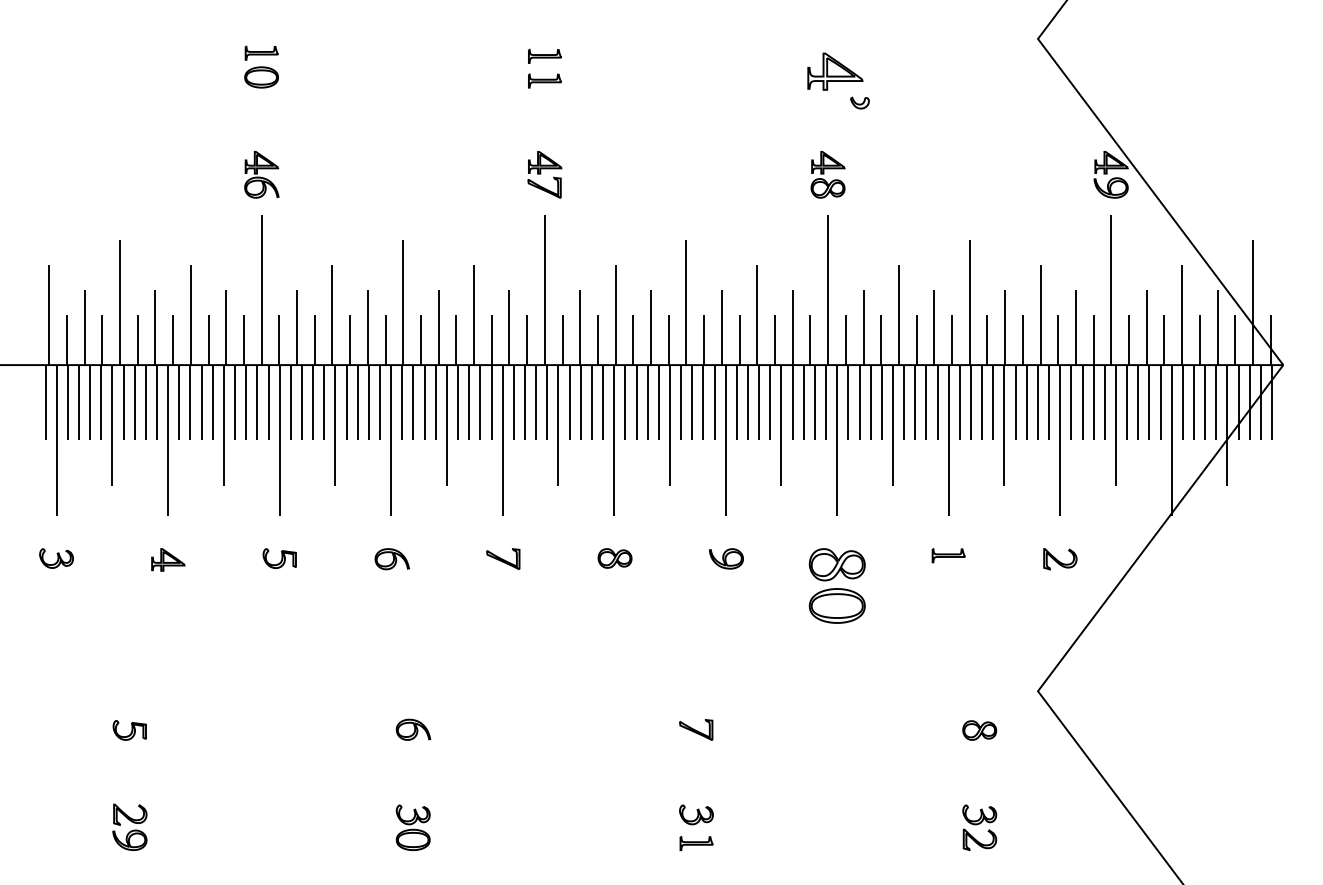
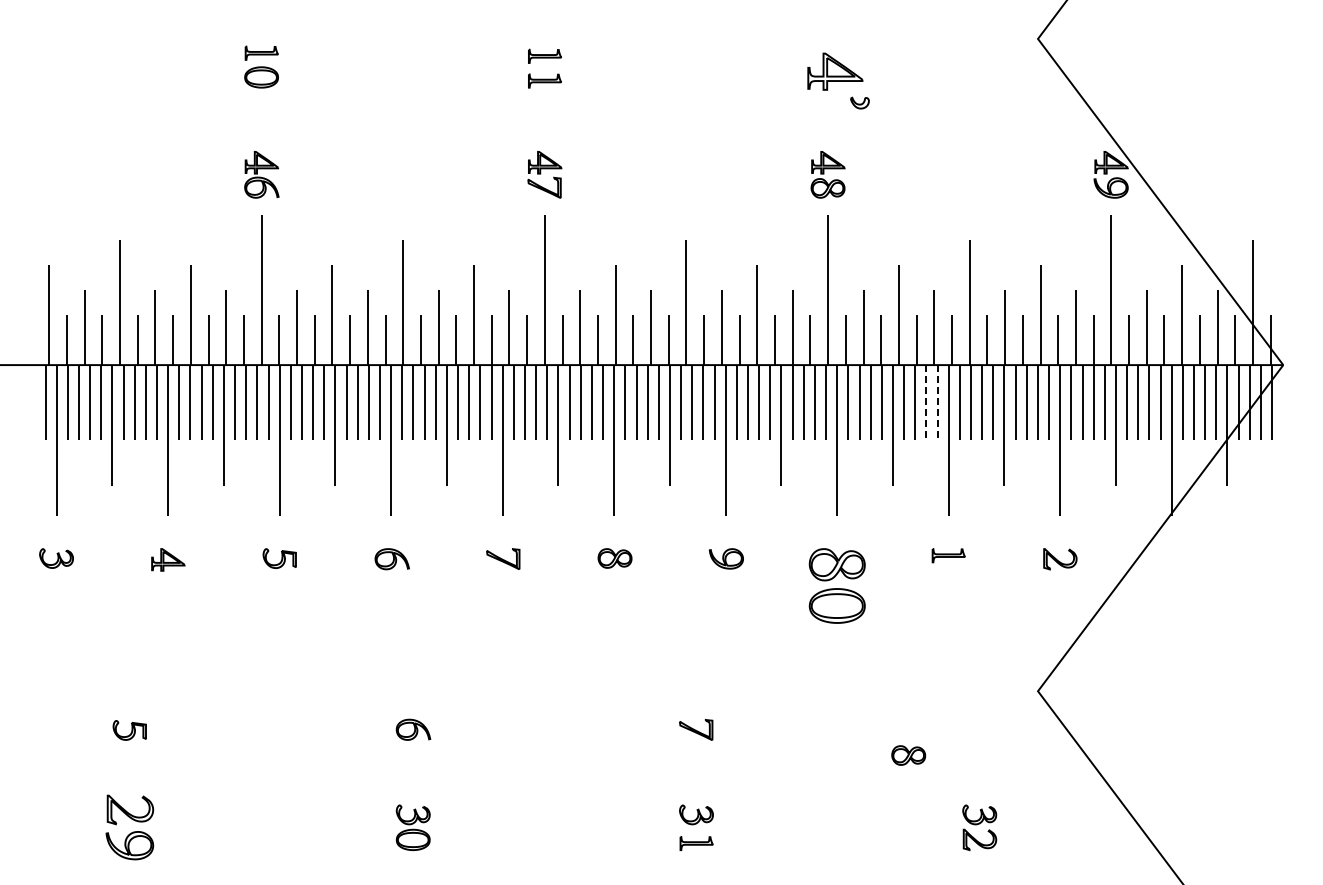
line at (926, 402): solid -> dashed
line at (937, 402): solid -> dashed
part at (979, 730) position: (979, 730) -> (908, 755)
part at (129, 826) size: 36x48 px -> 50x67 px
